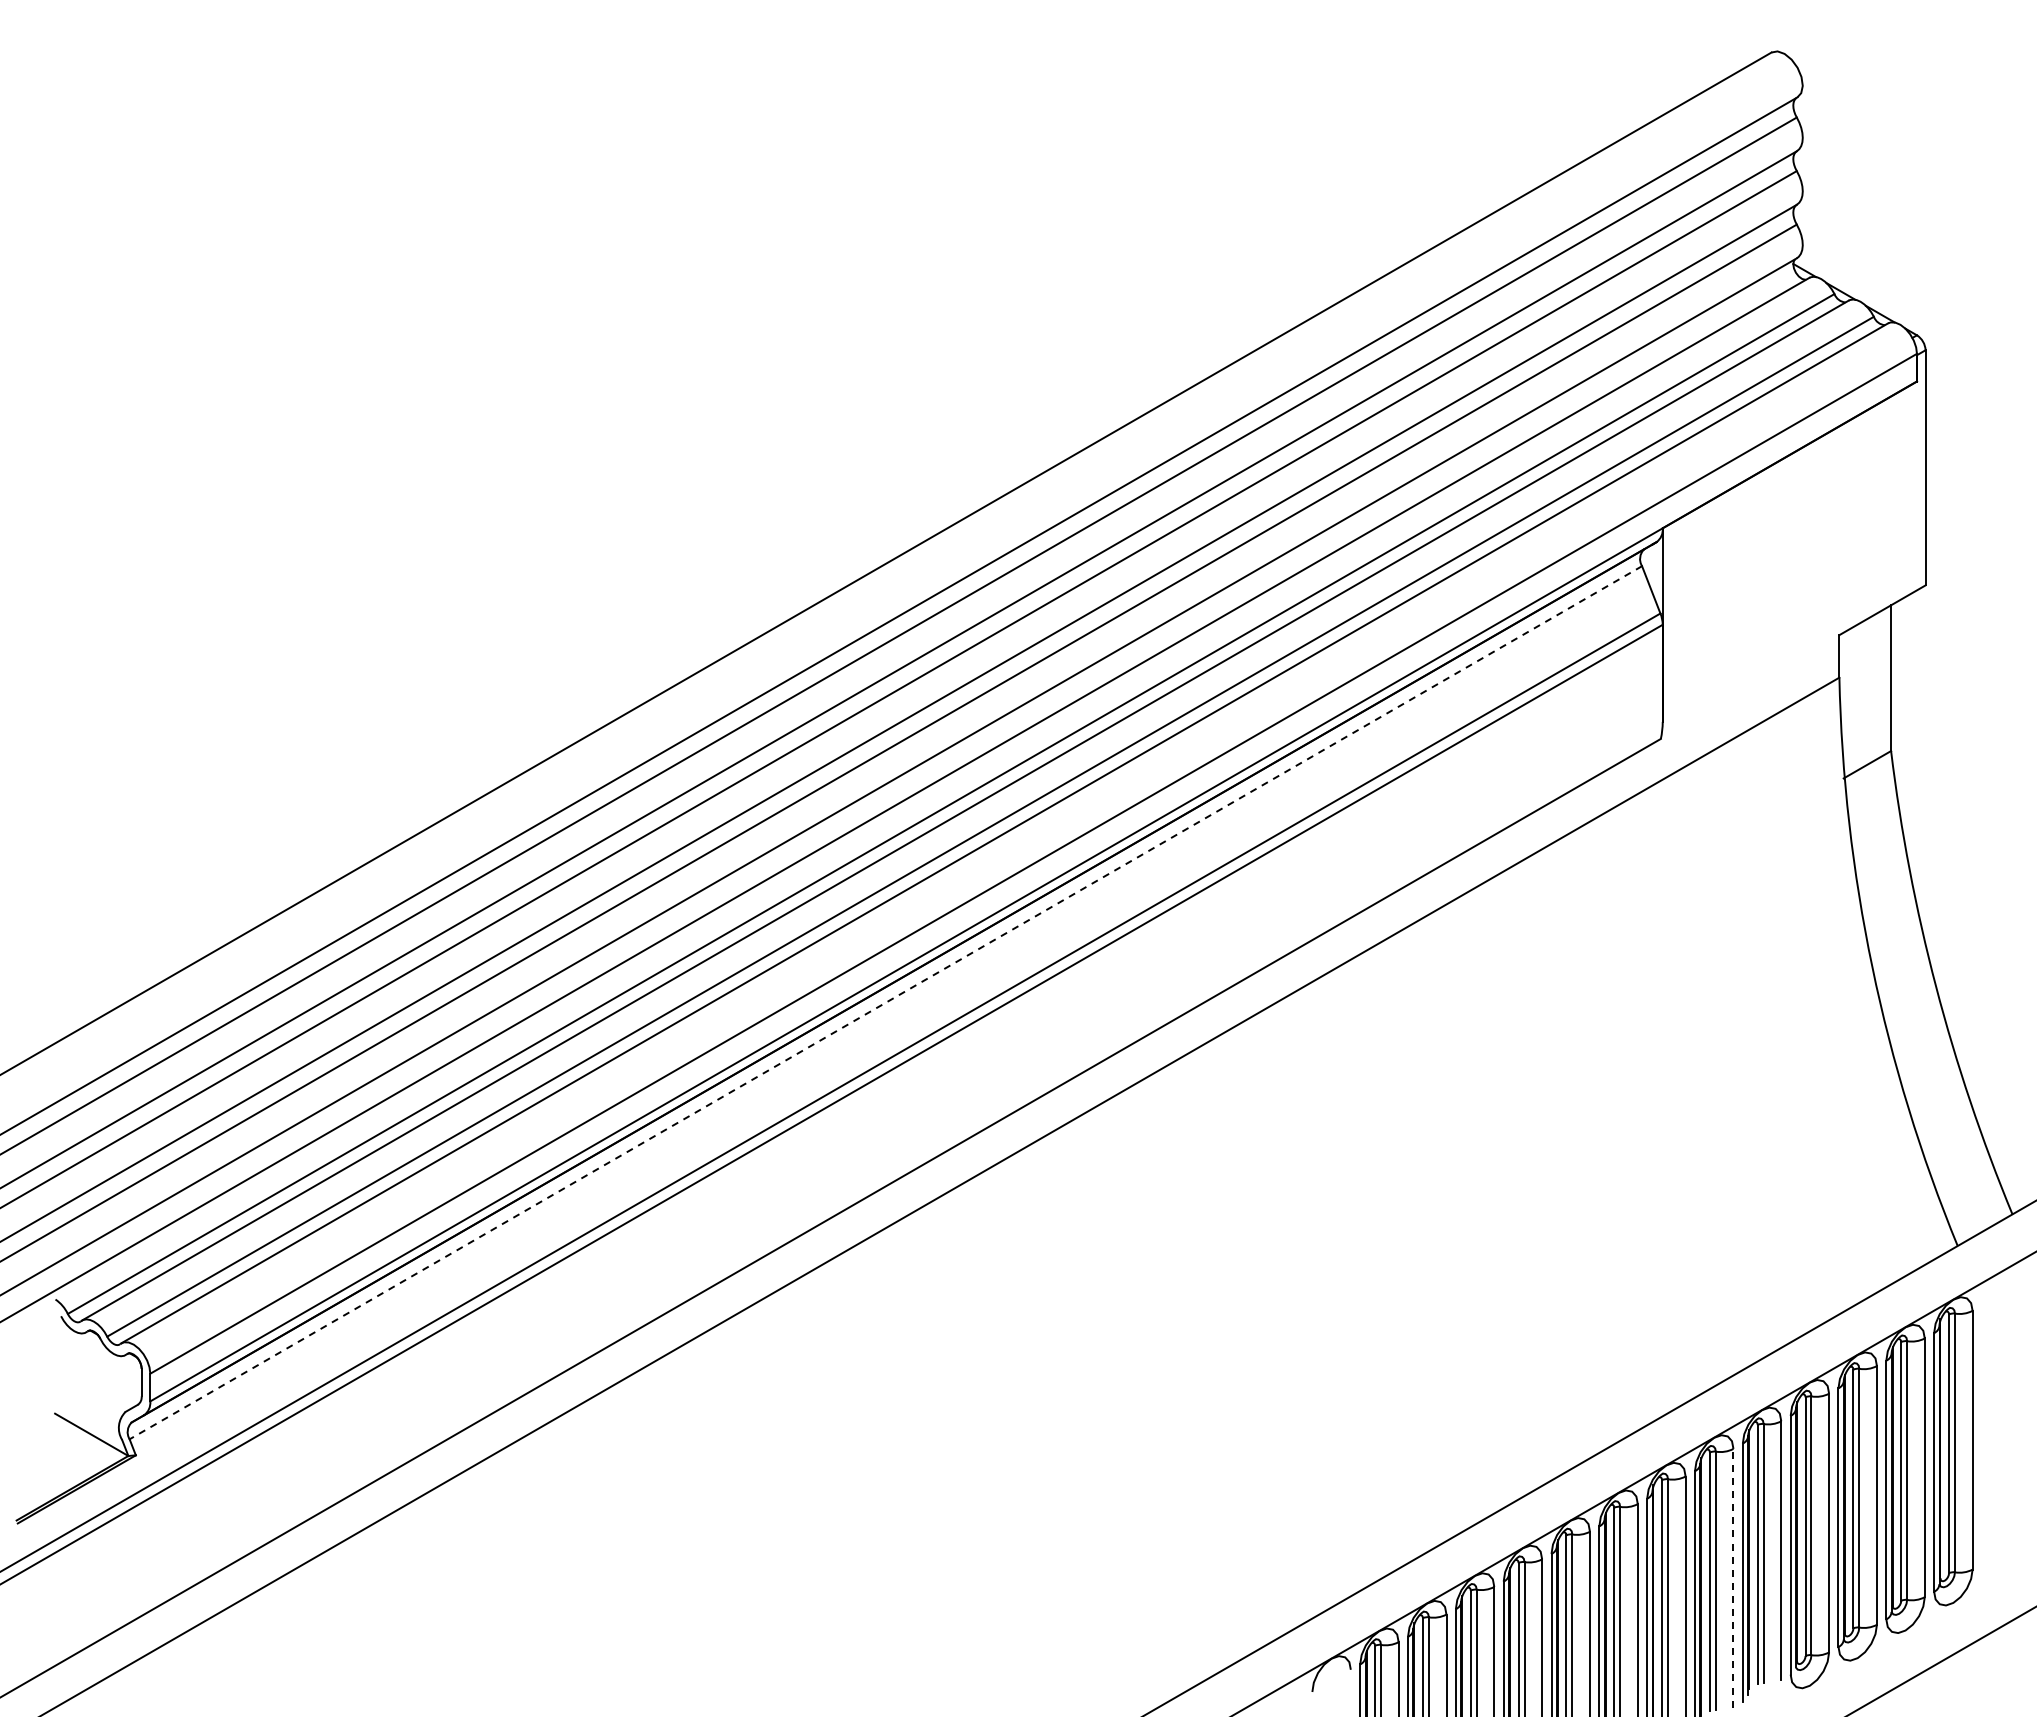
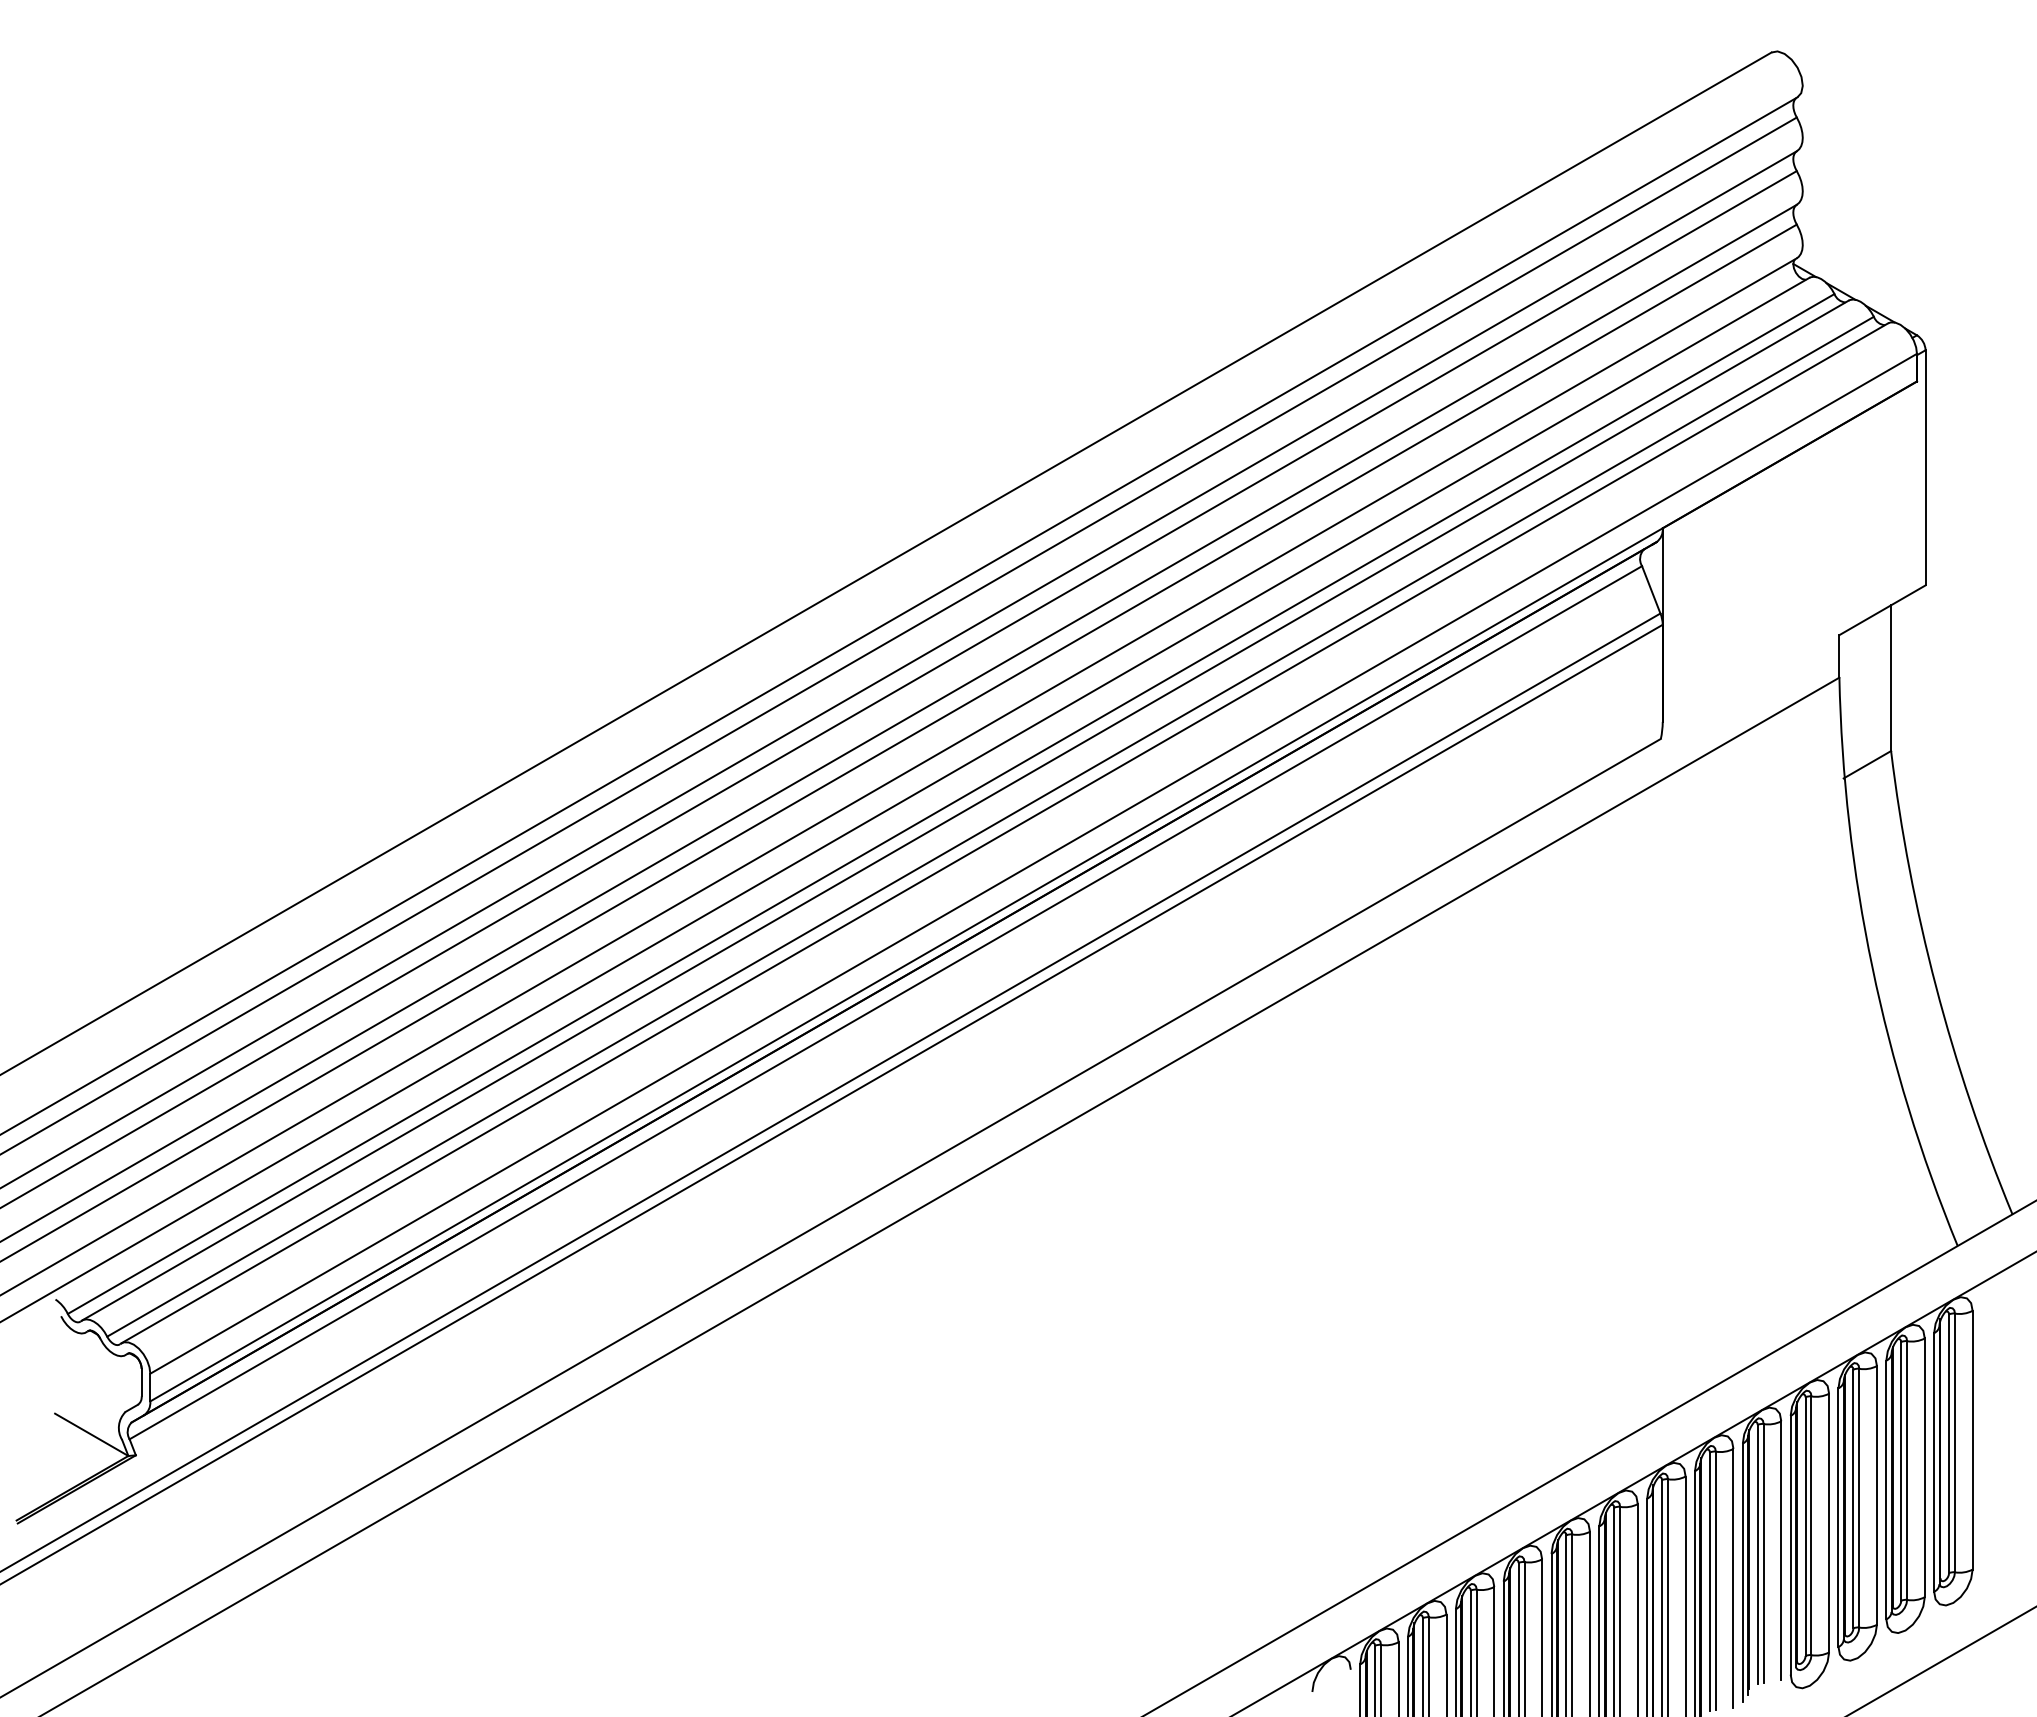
line at (885, 1002): dashed -> solid
line at (1733, 1577): dashed -> solid
